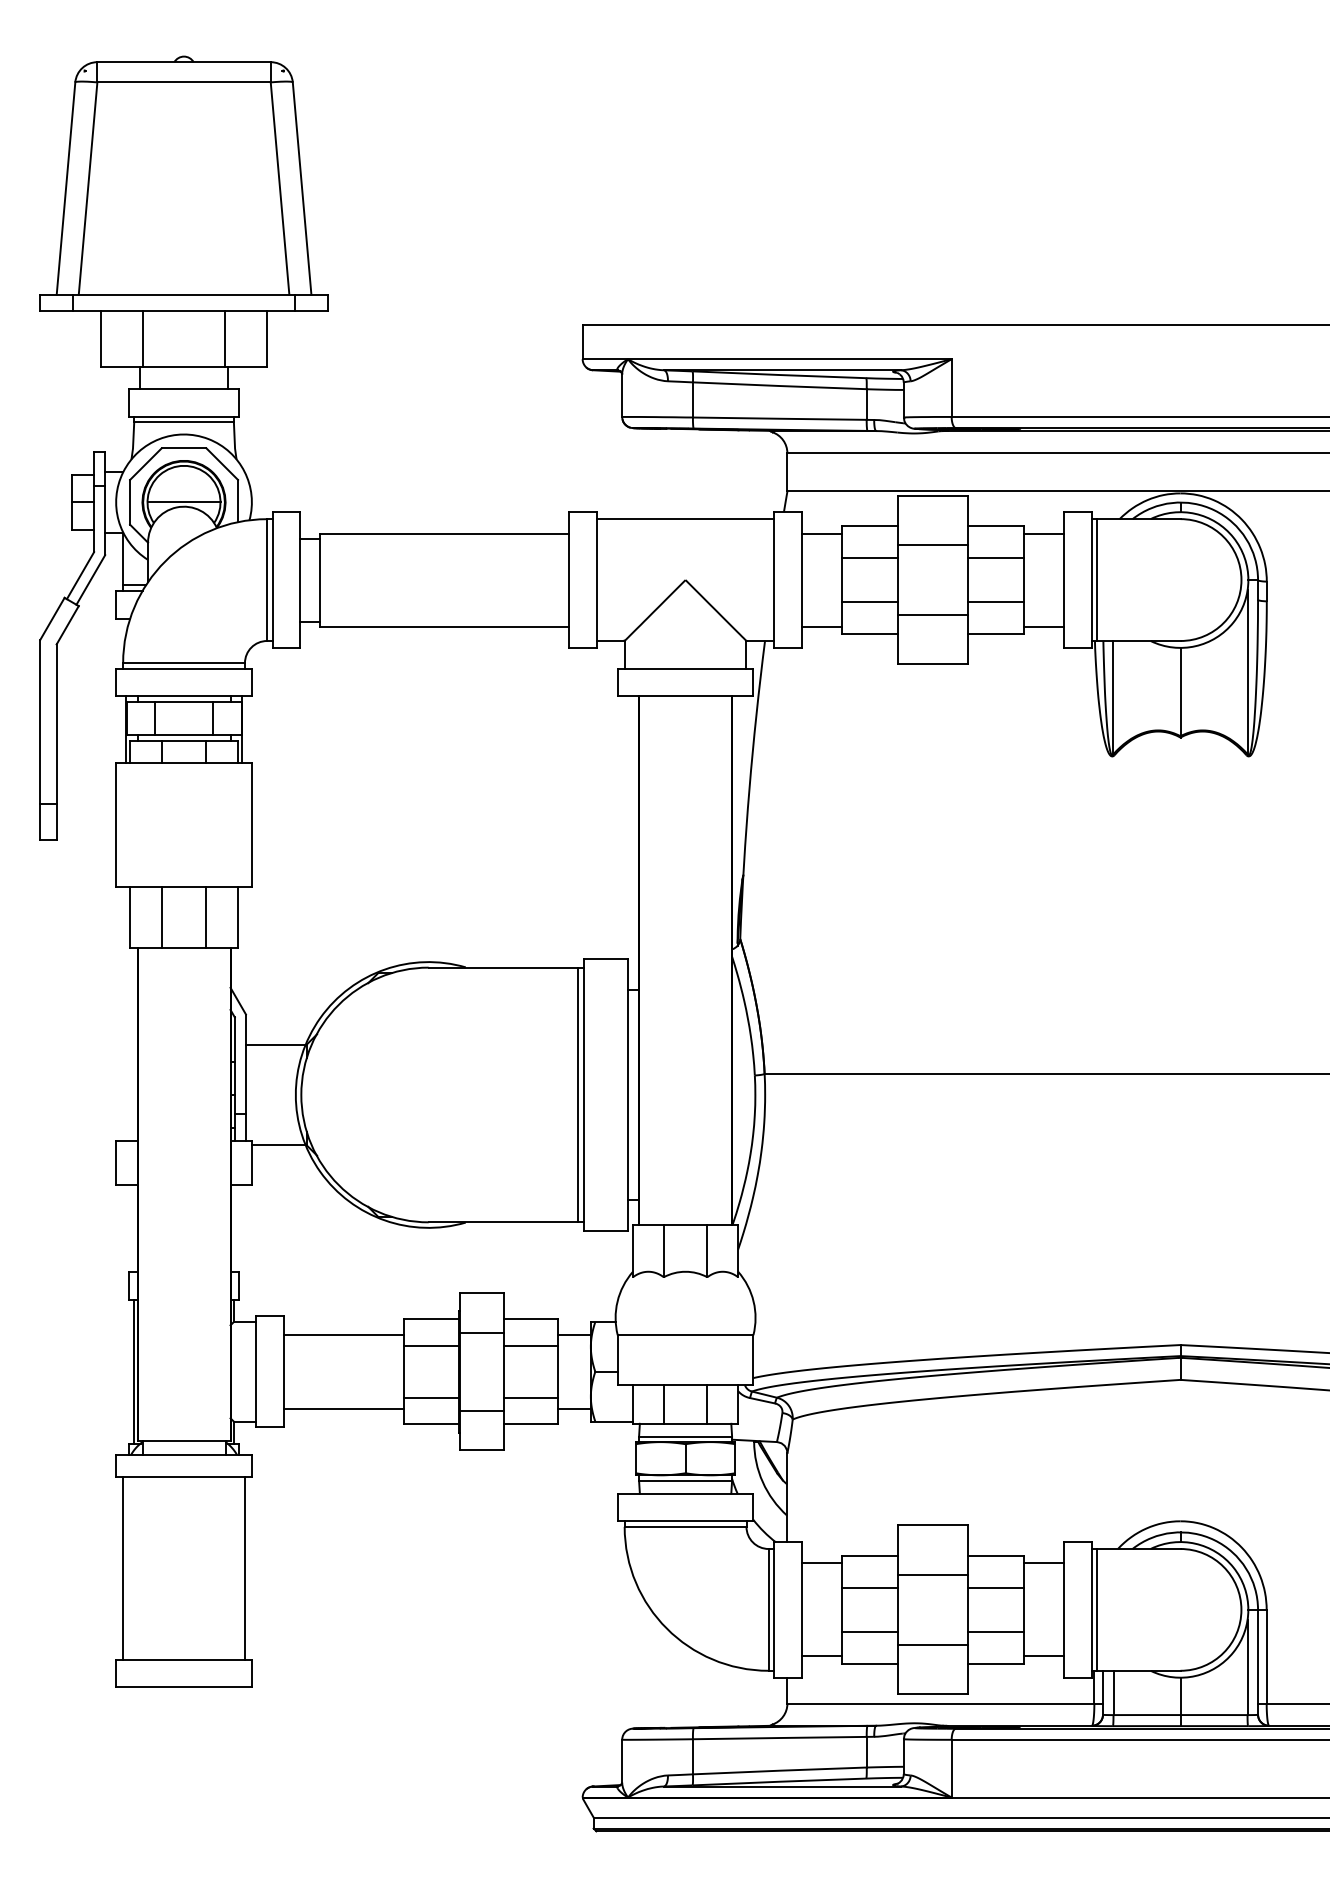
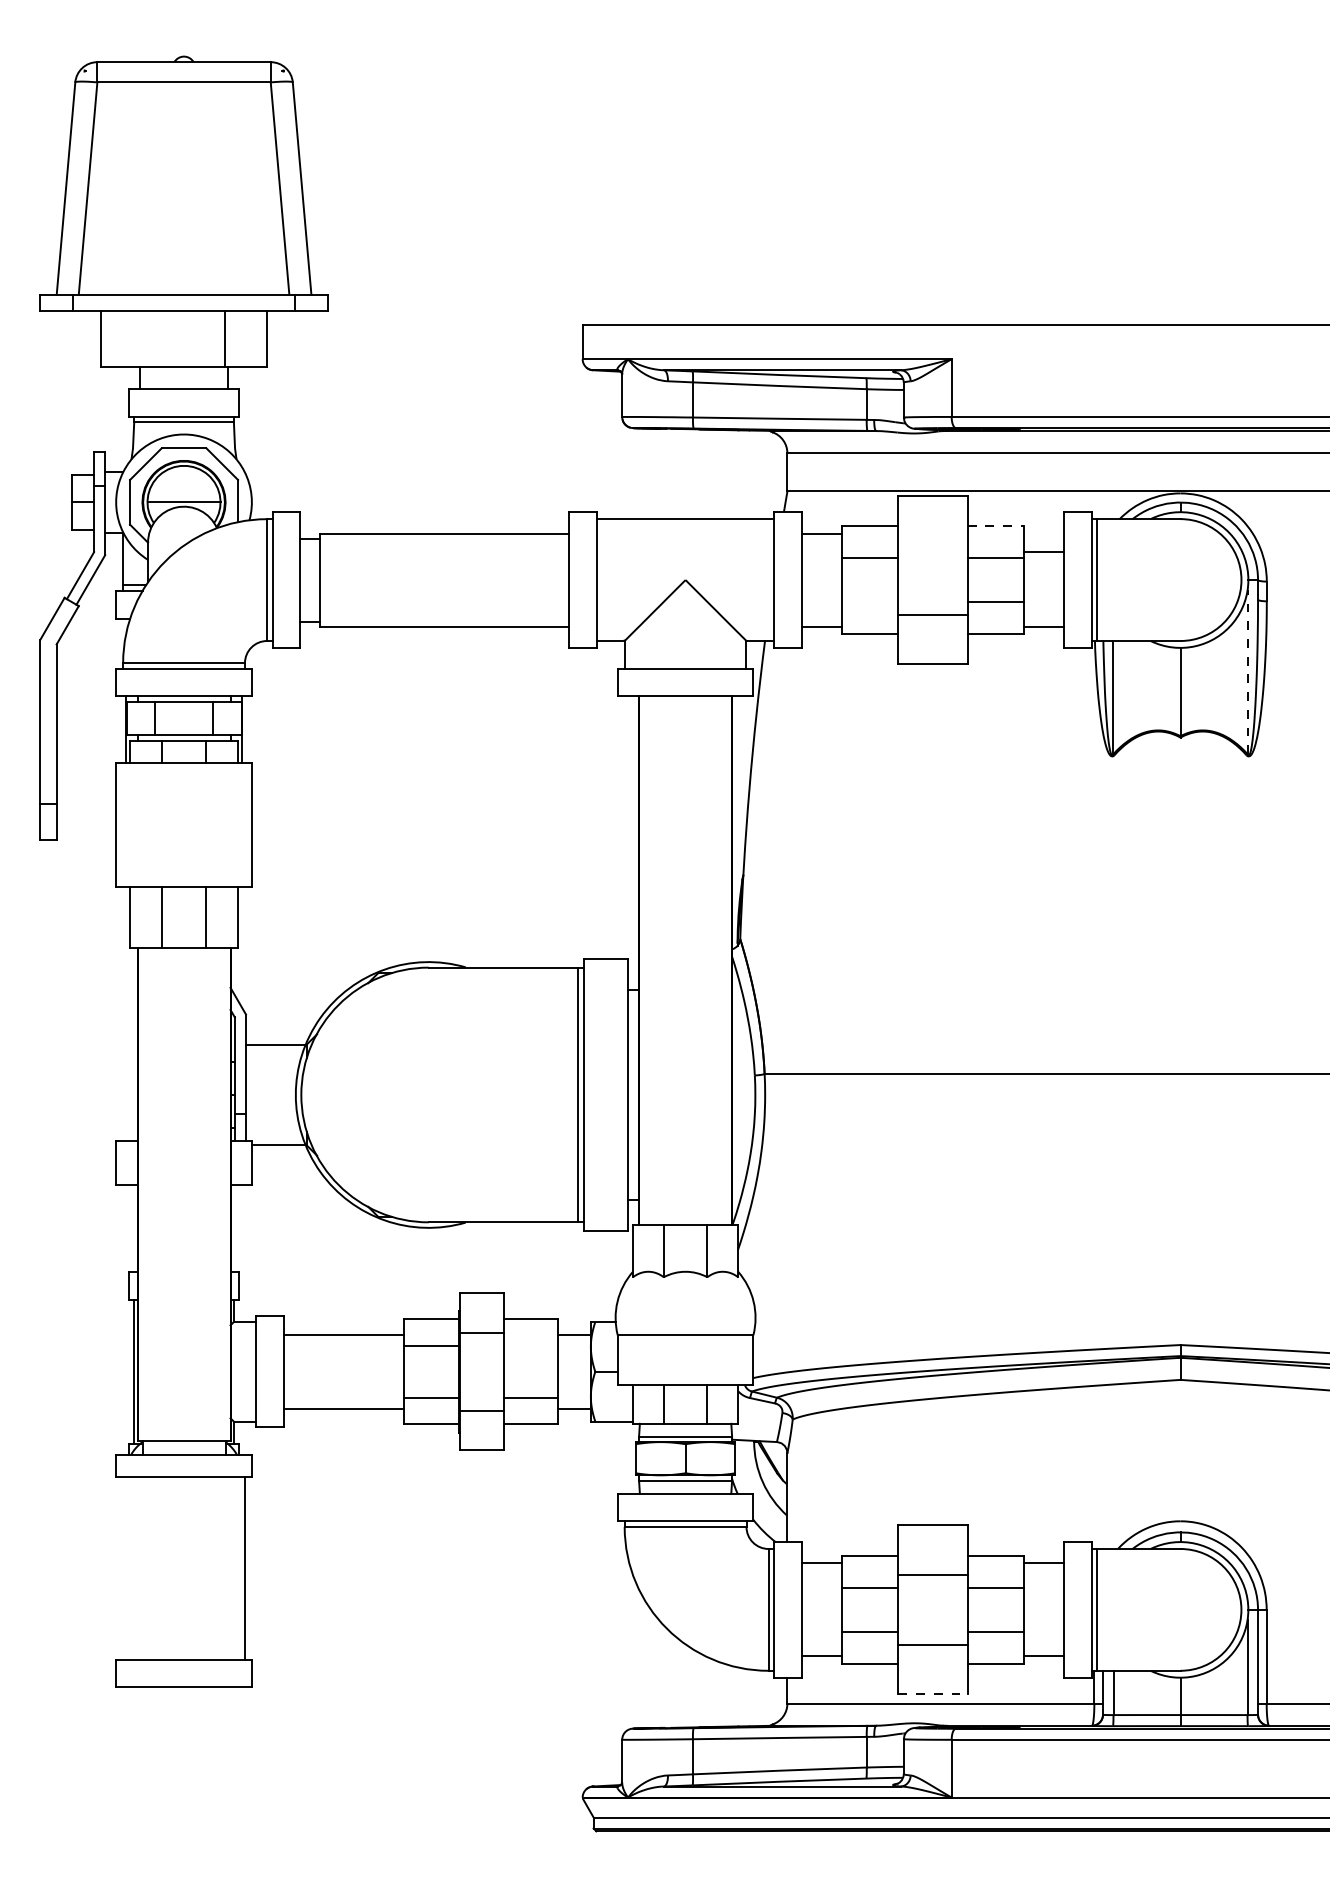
line at (142, 338): present -> none
line at (996, 526): solid -> dashed
line at (1044, 533) position: (1044, 533) -> (1044, 551)
line at (932, 545): present -> none
line at (869, 602): present -> none
line at (1247, 672): solid -> dashed
line at (530, 1345): present -> none
line at (123, 1568): present -> none
line at (933, 1694): solid -> dashed
